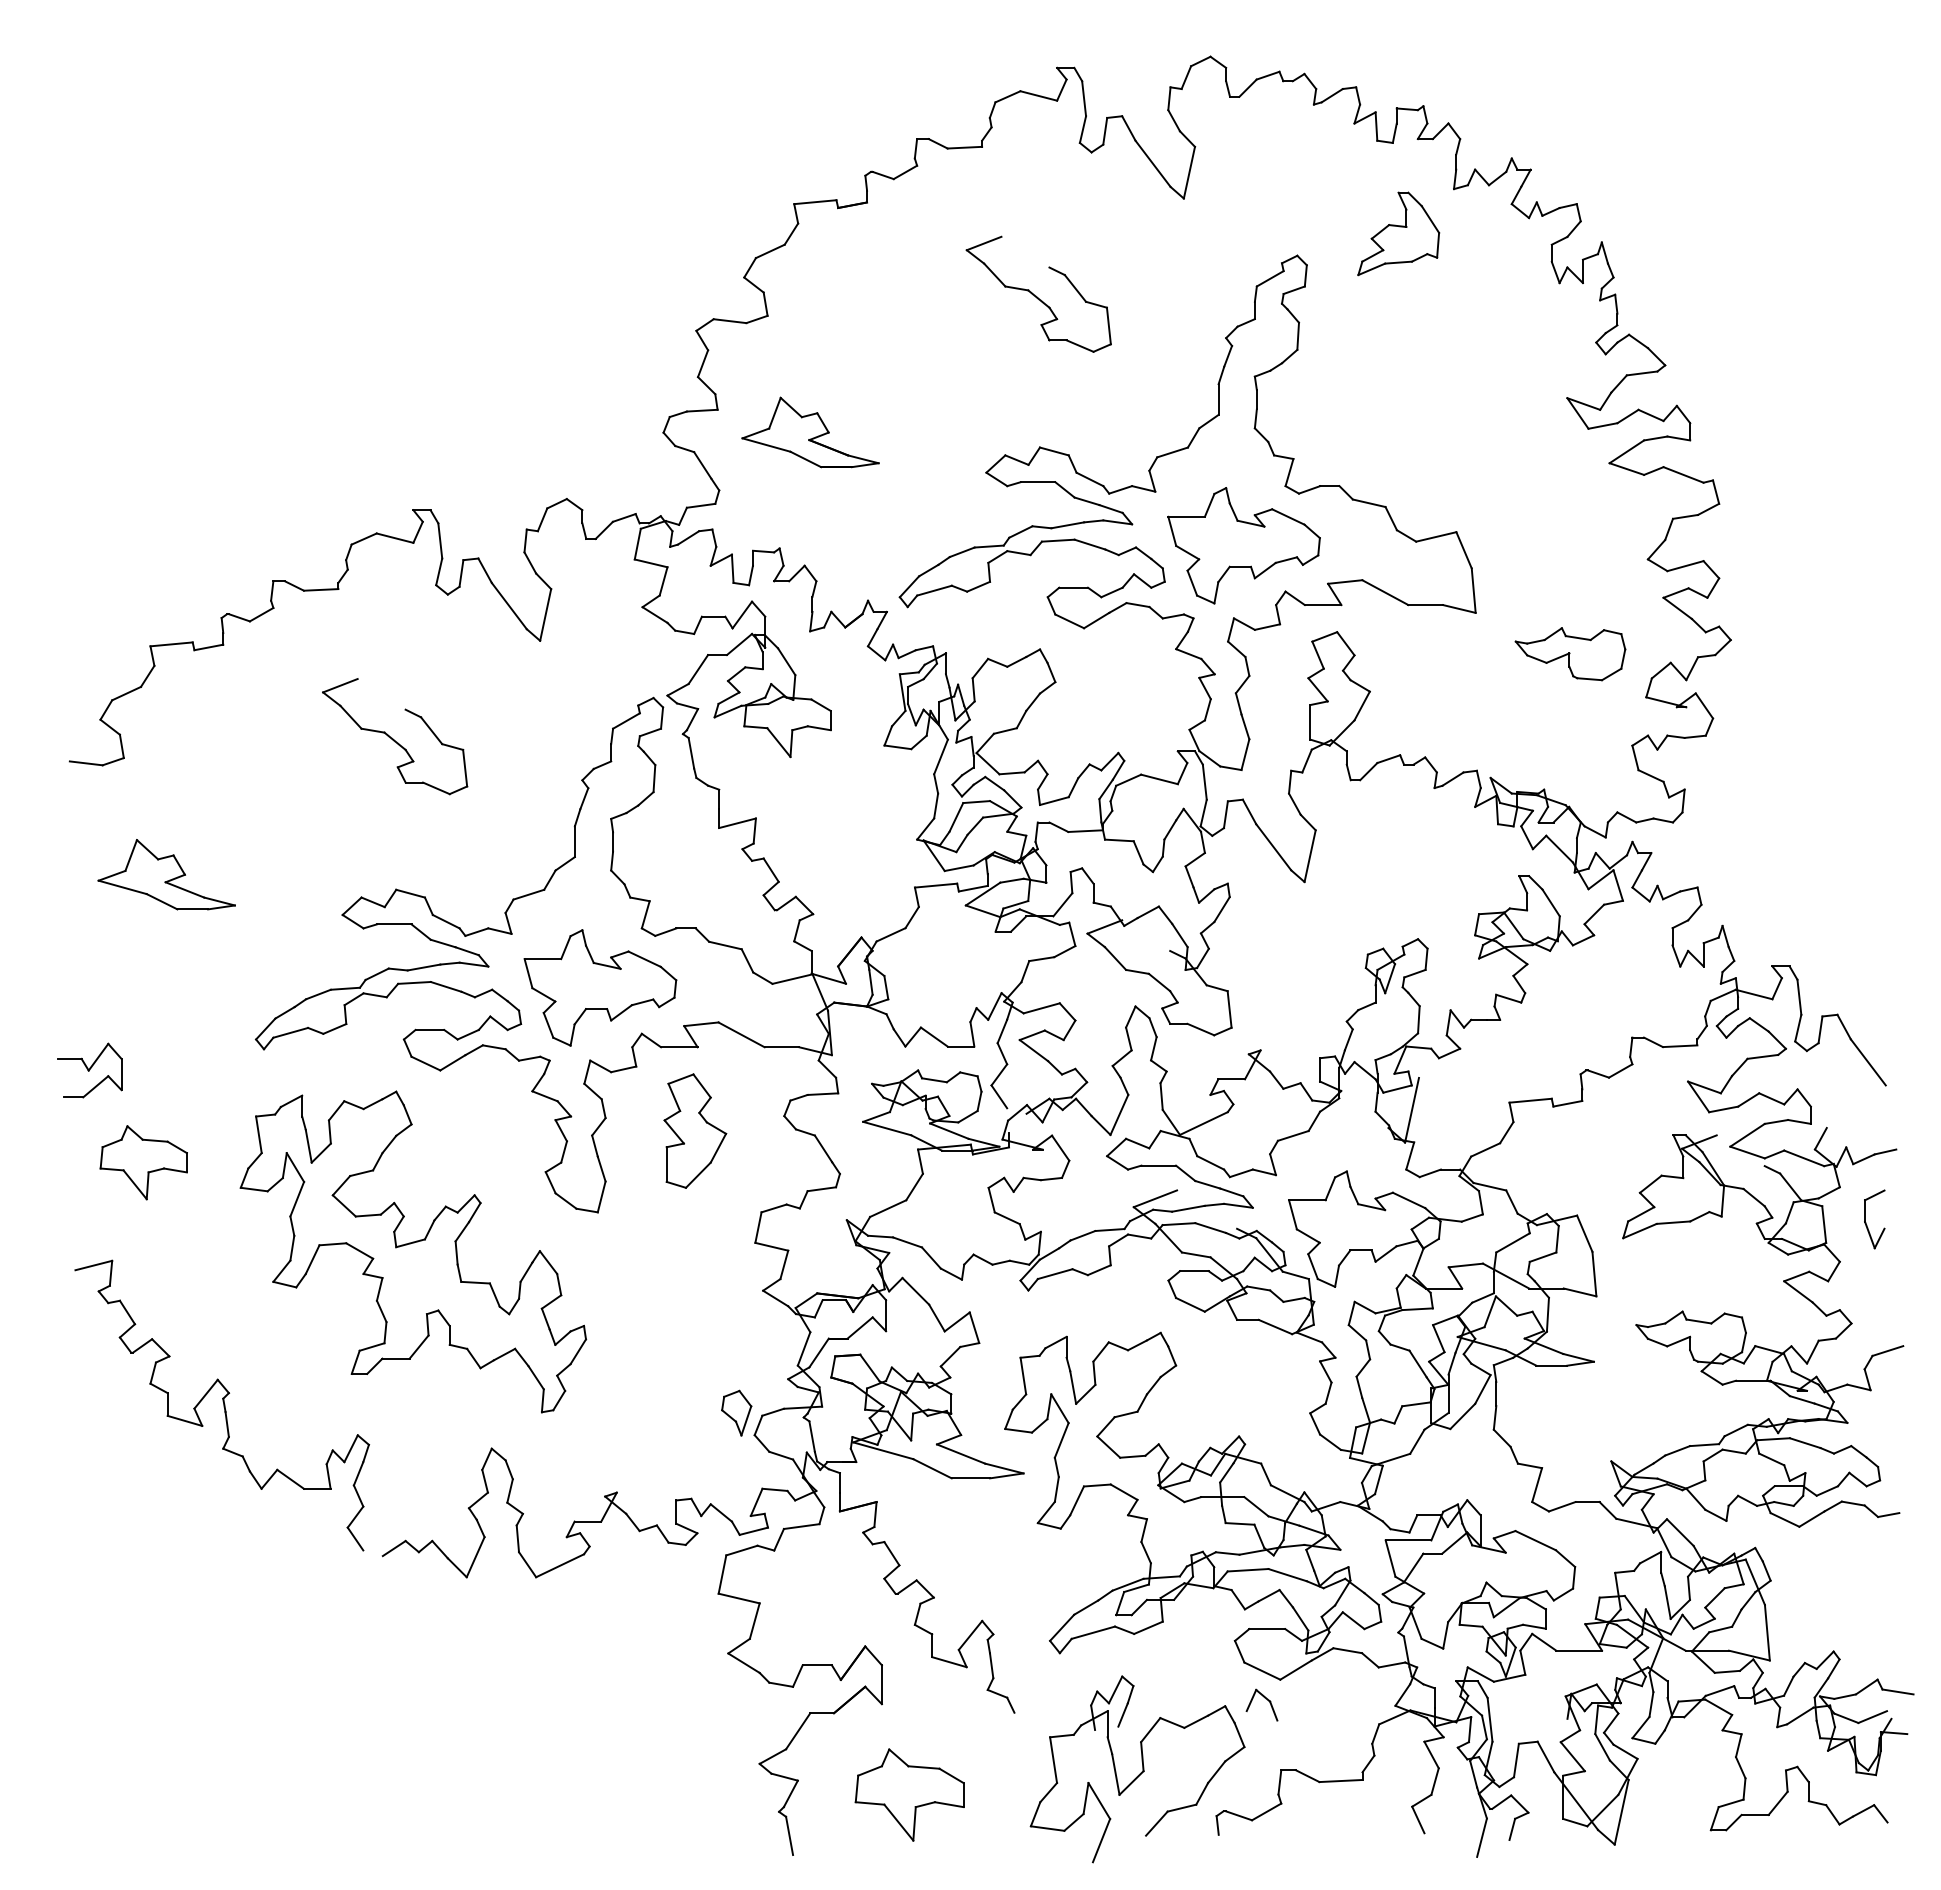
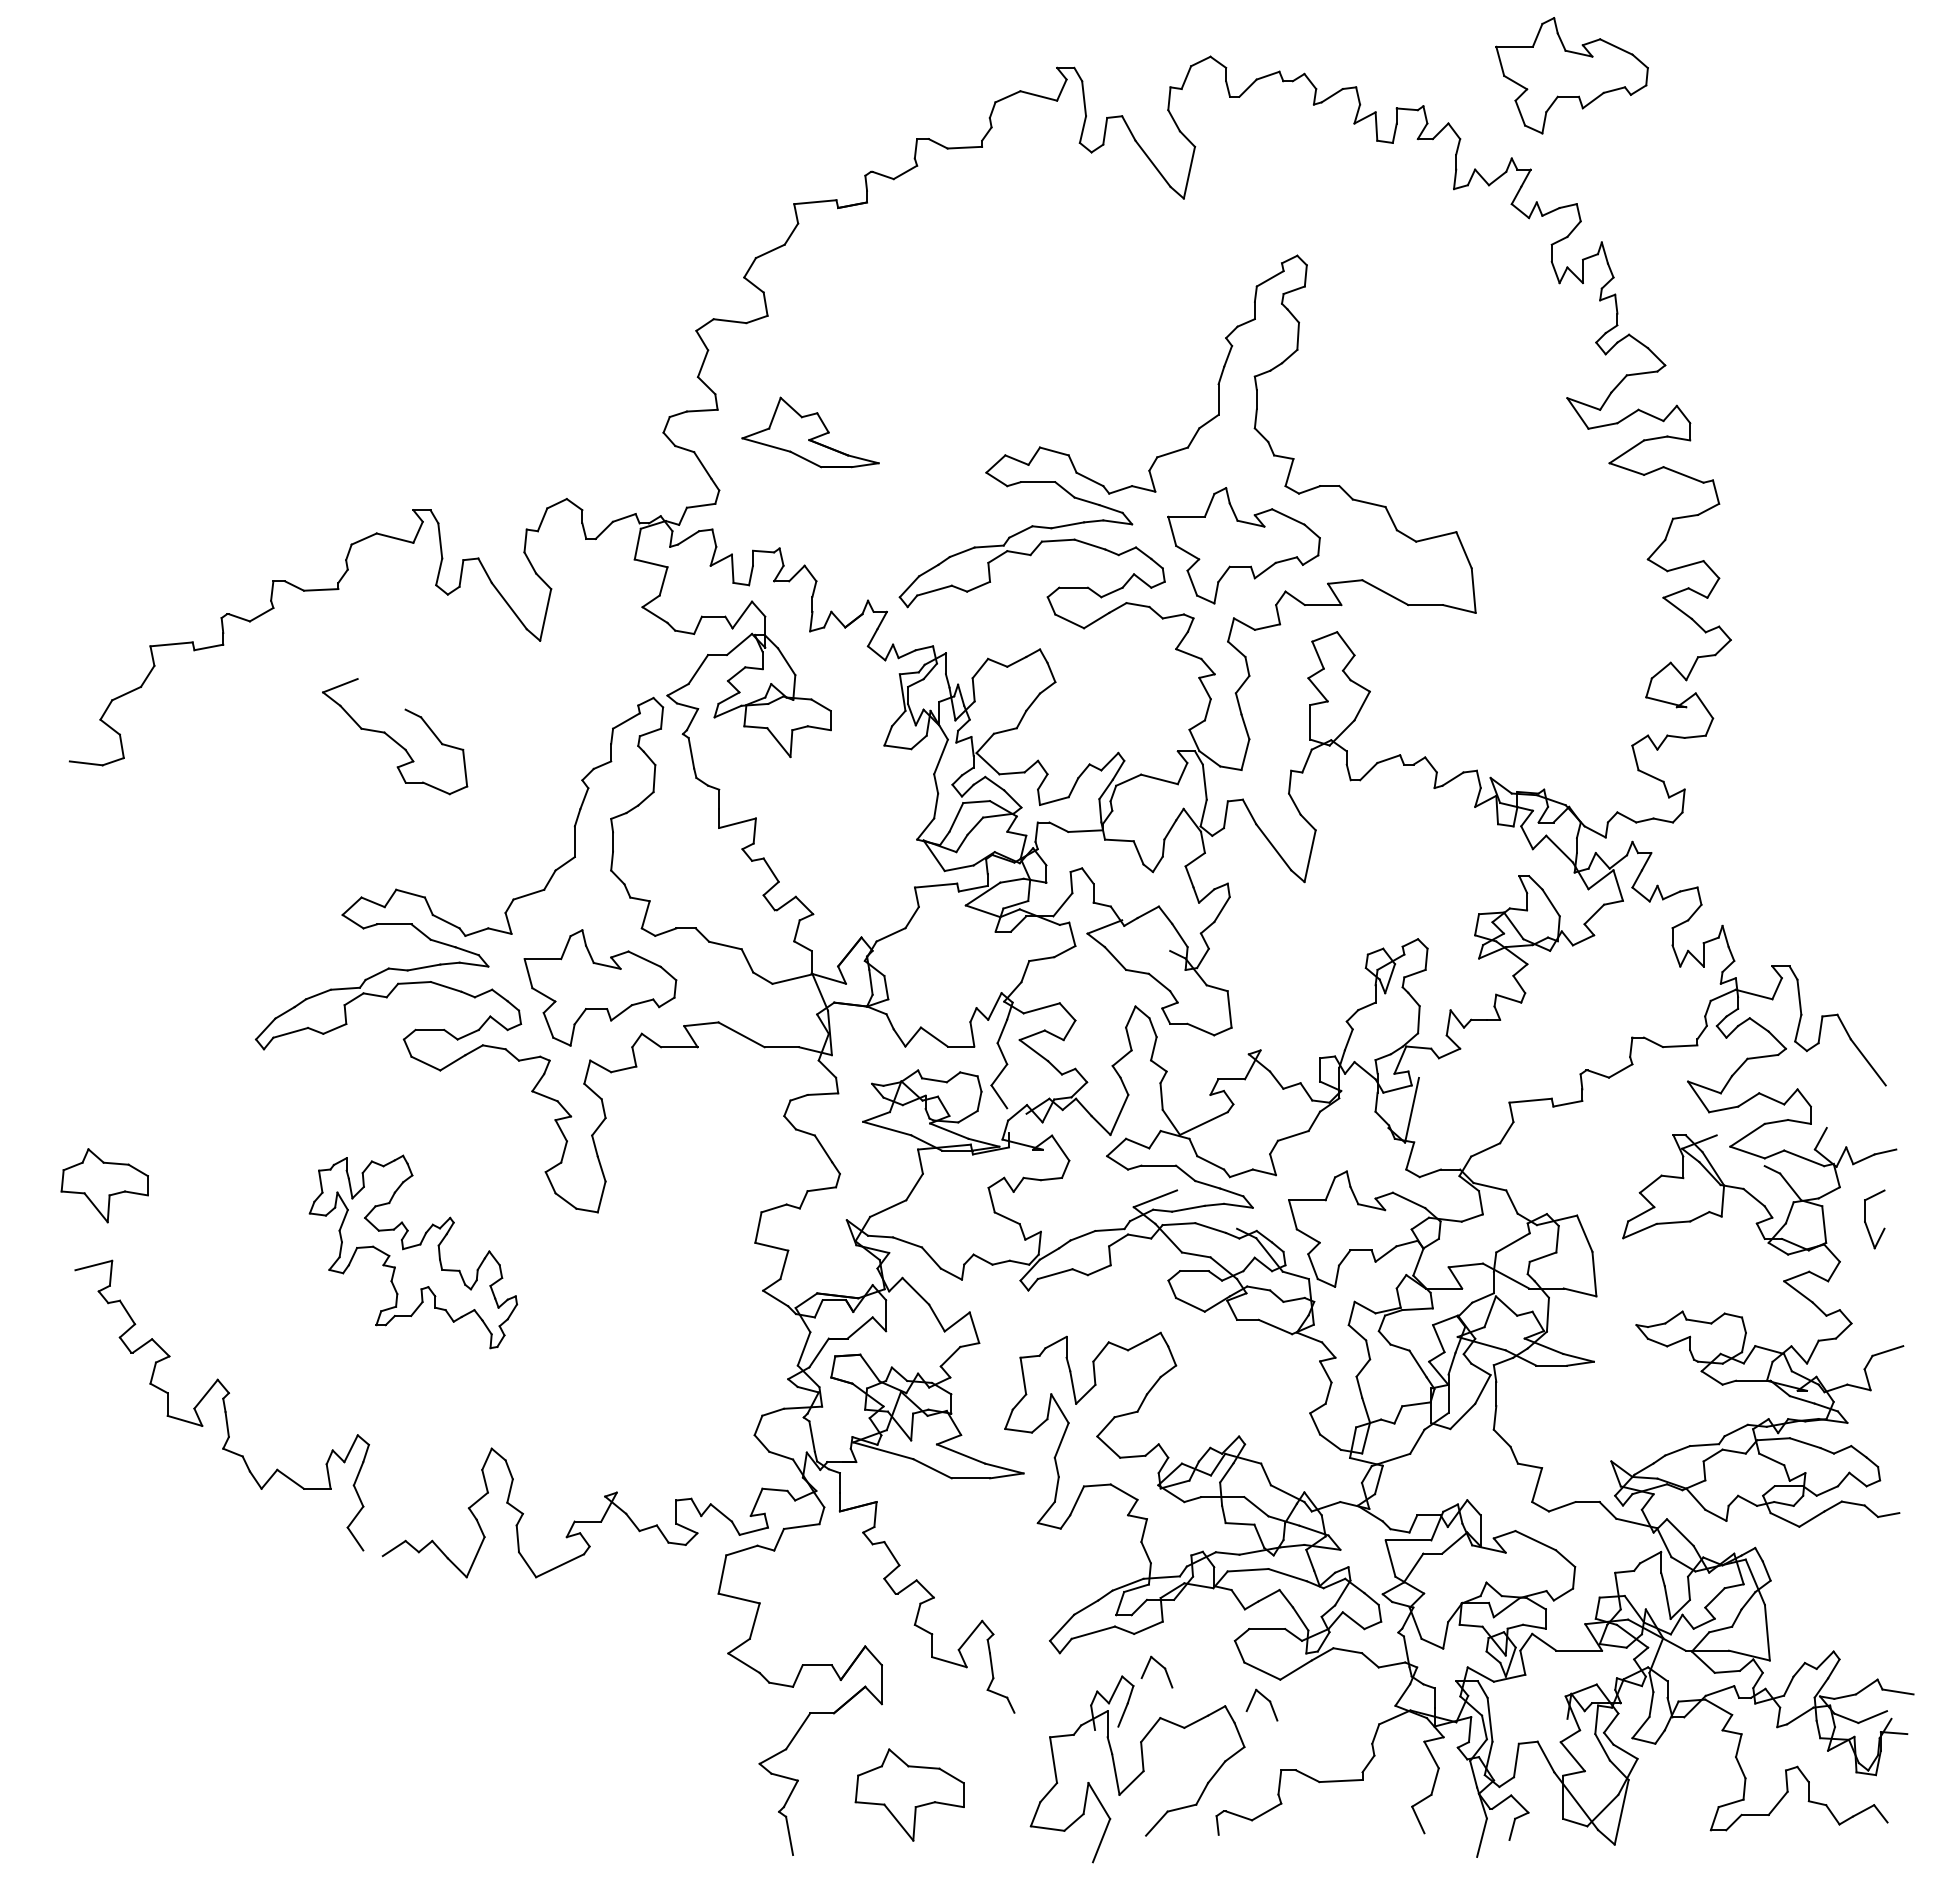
part at (1571, 75): none -> present
part at (1398, 233): present -> none
part at (1038, 293): present -> none
part at (1570, 654): present -> none
part at (166, 874): present -> none
part at (89, 1070): present -> none
part at (695, 1130): present -> none
part at (143, 1162) position: (143, 1162) -> (104, 1185)
part at (413, 1251) size: 349x324 px -> 211x196 px
part at (736, 1412): present -> none
part at (1159, 1665): none -> present
